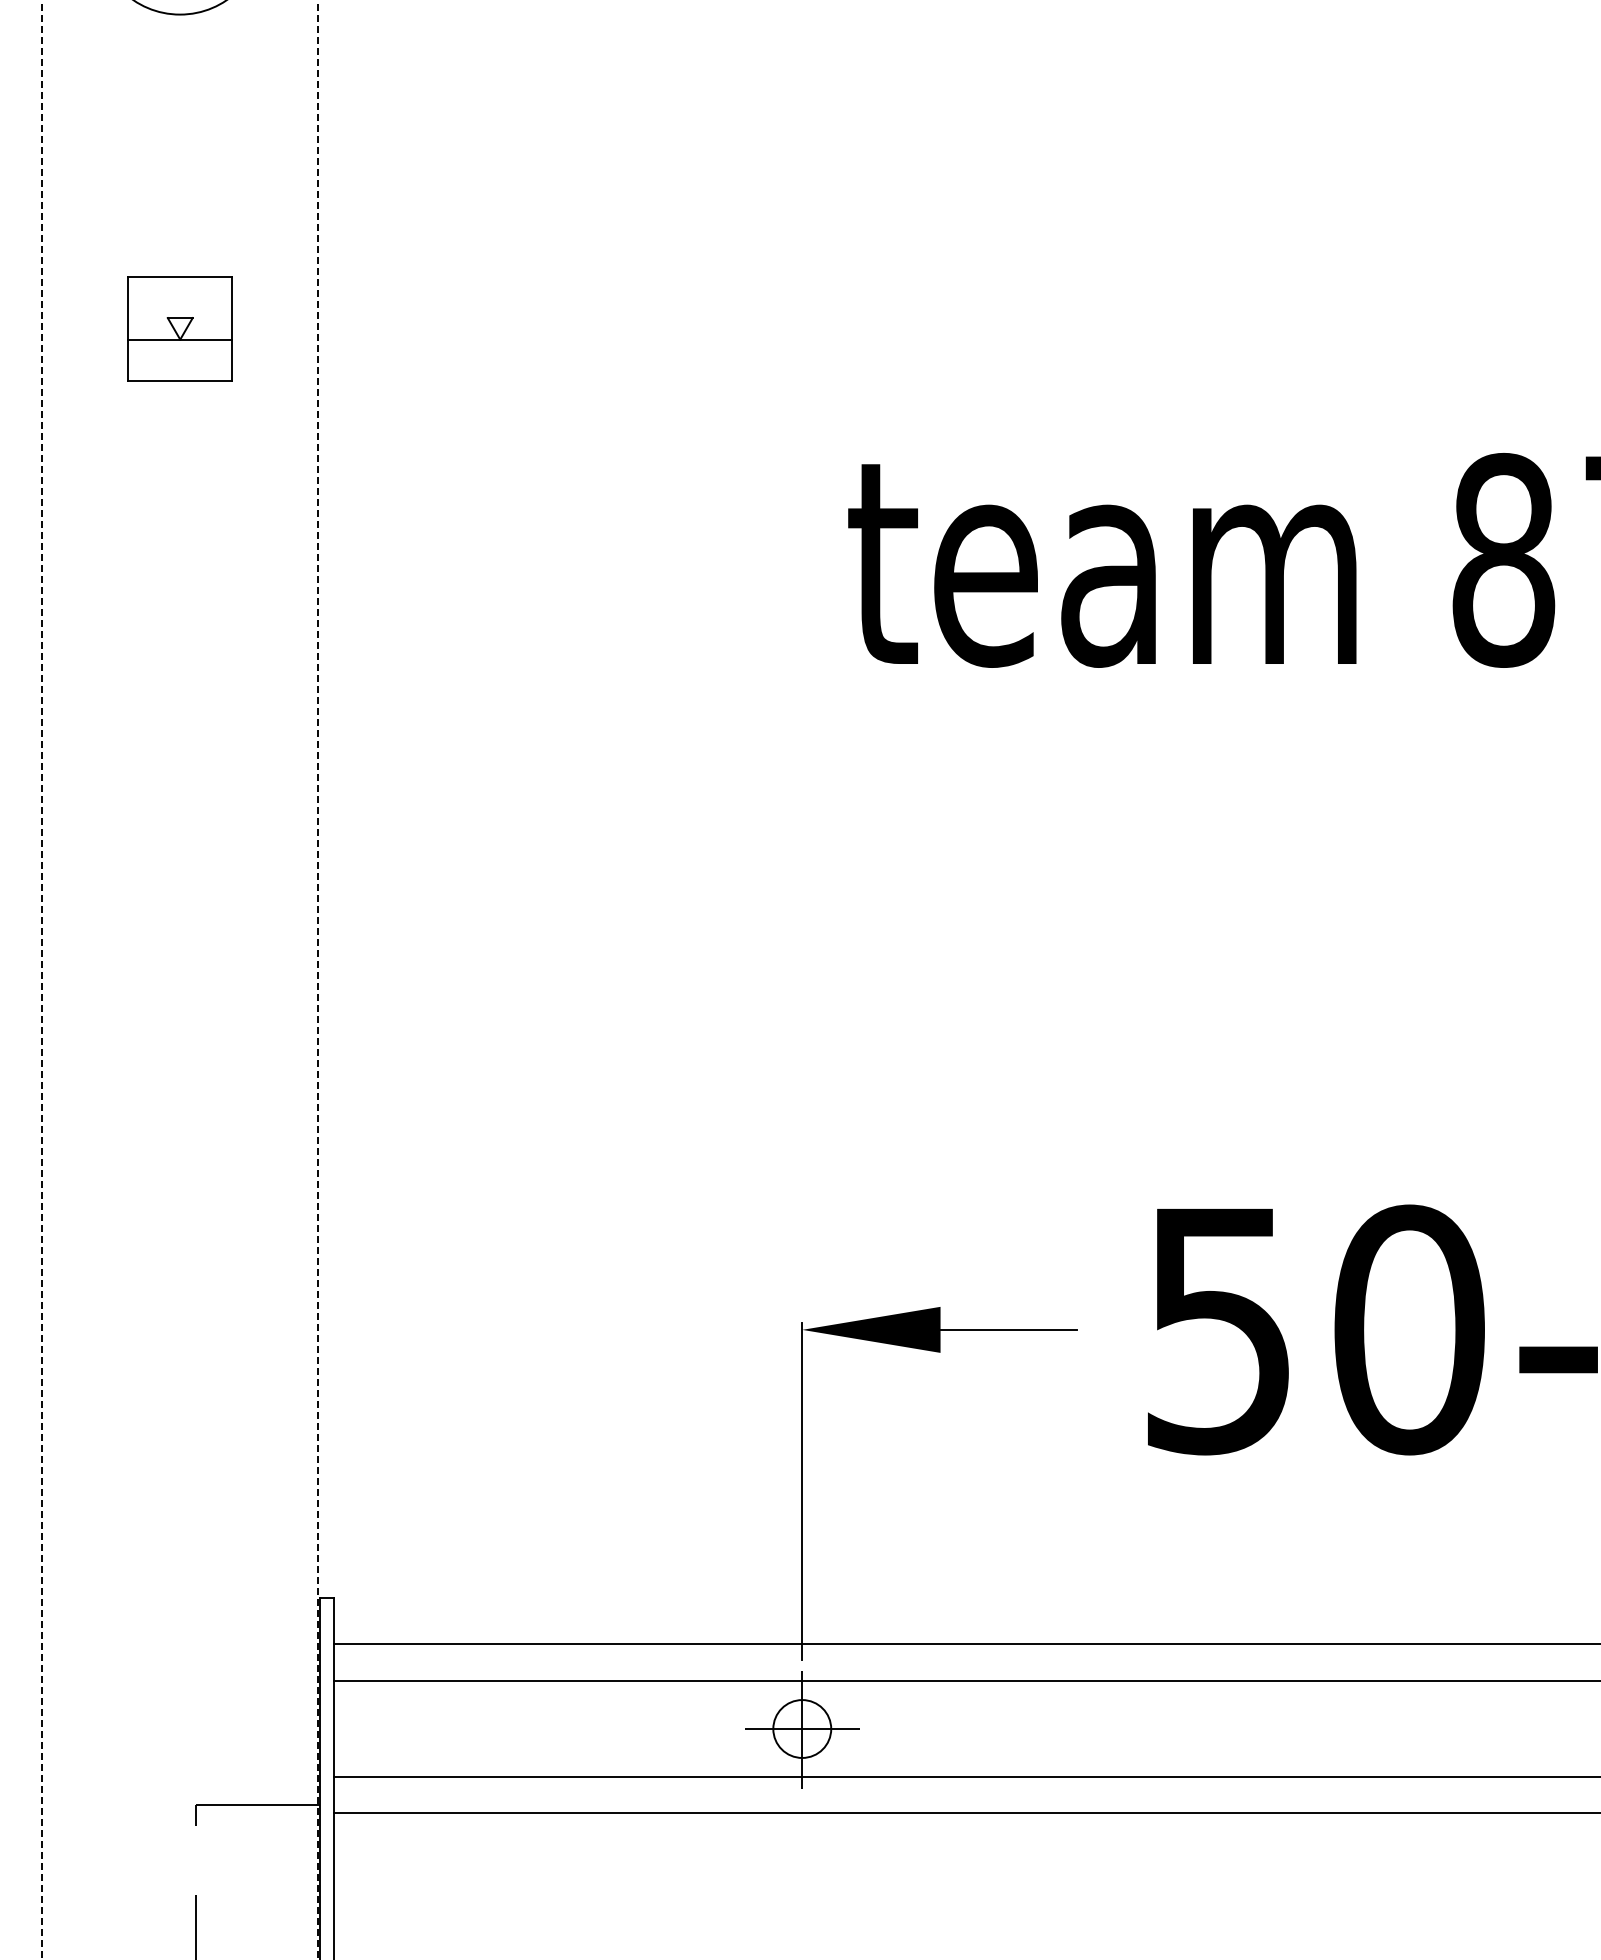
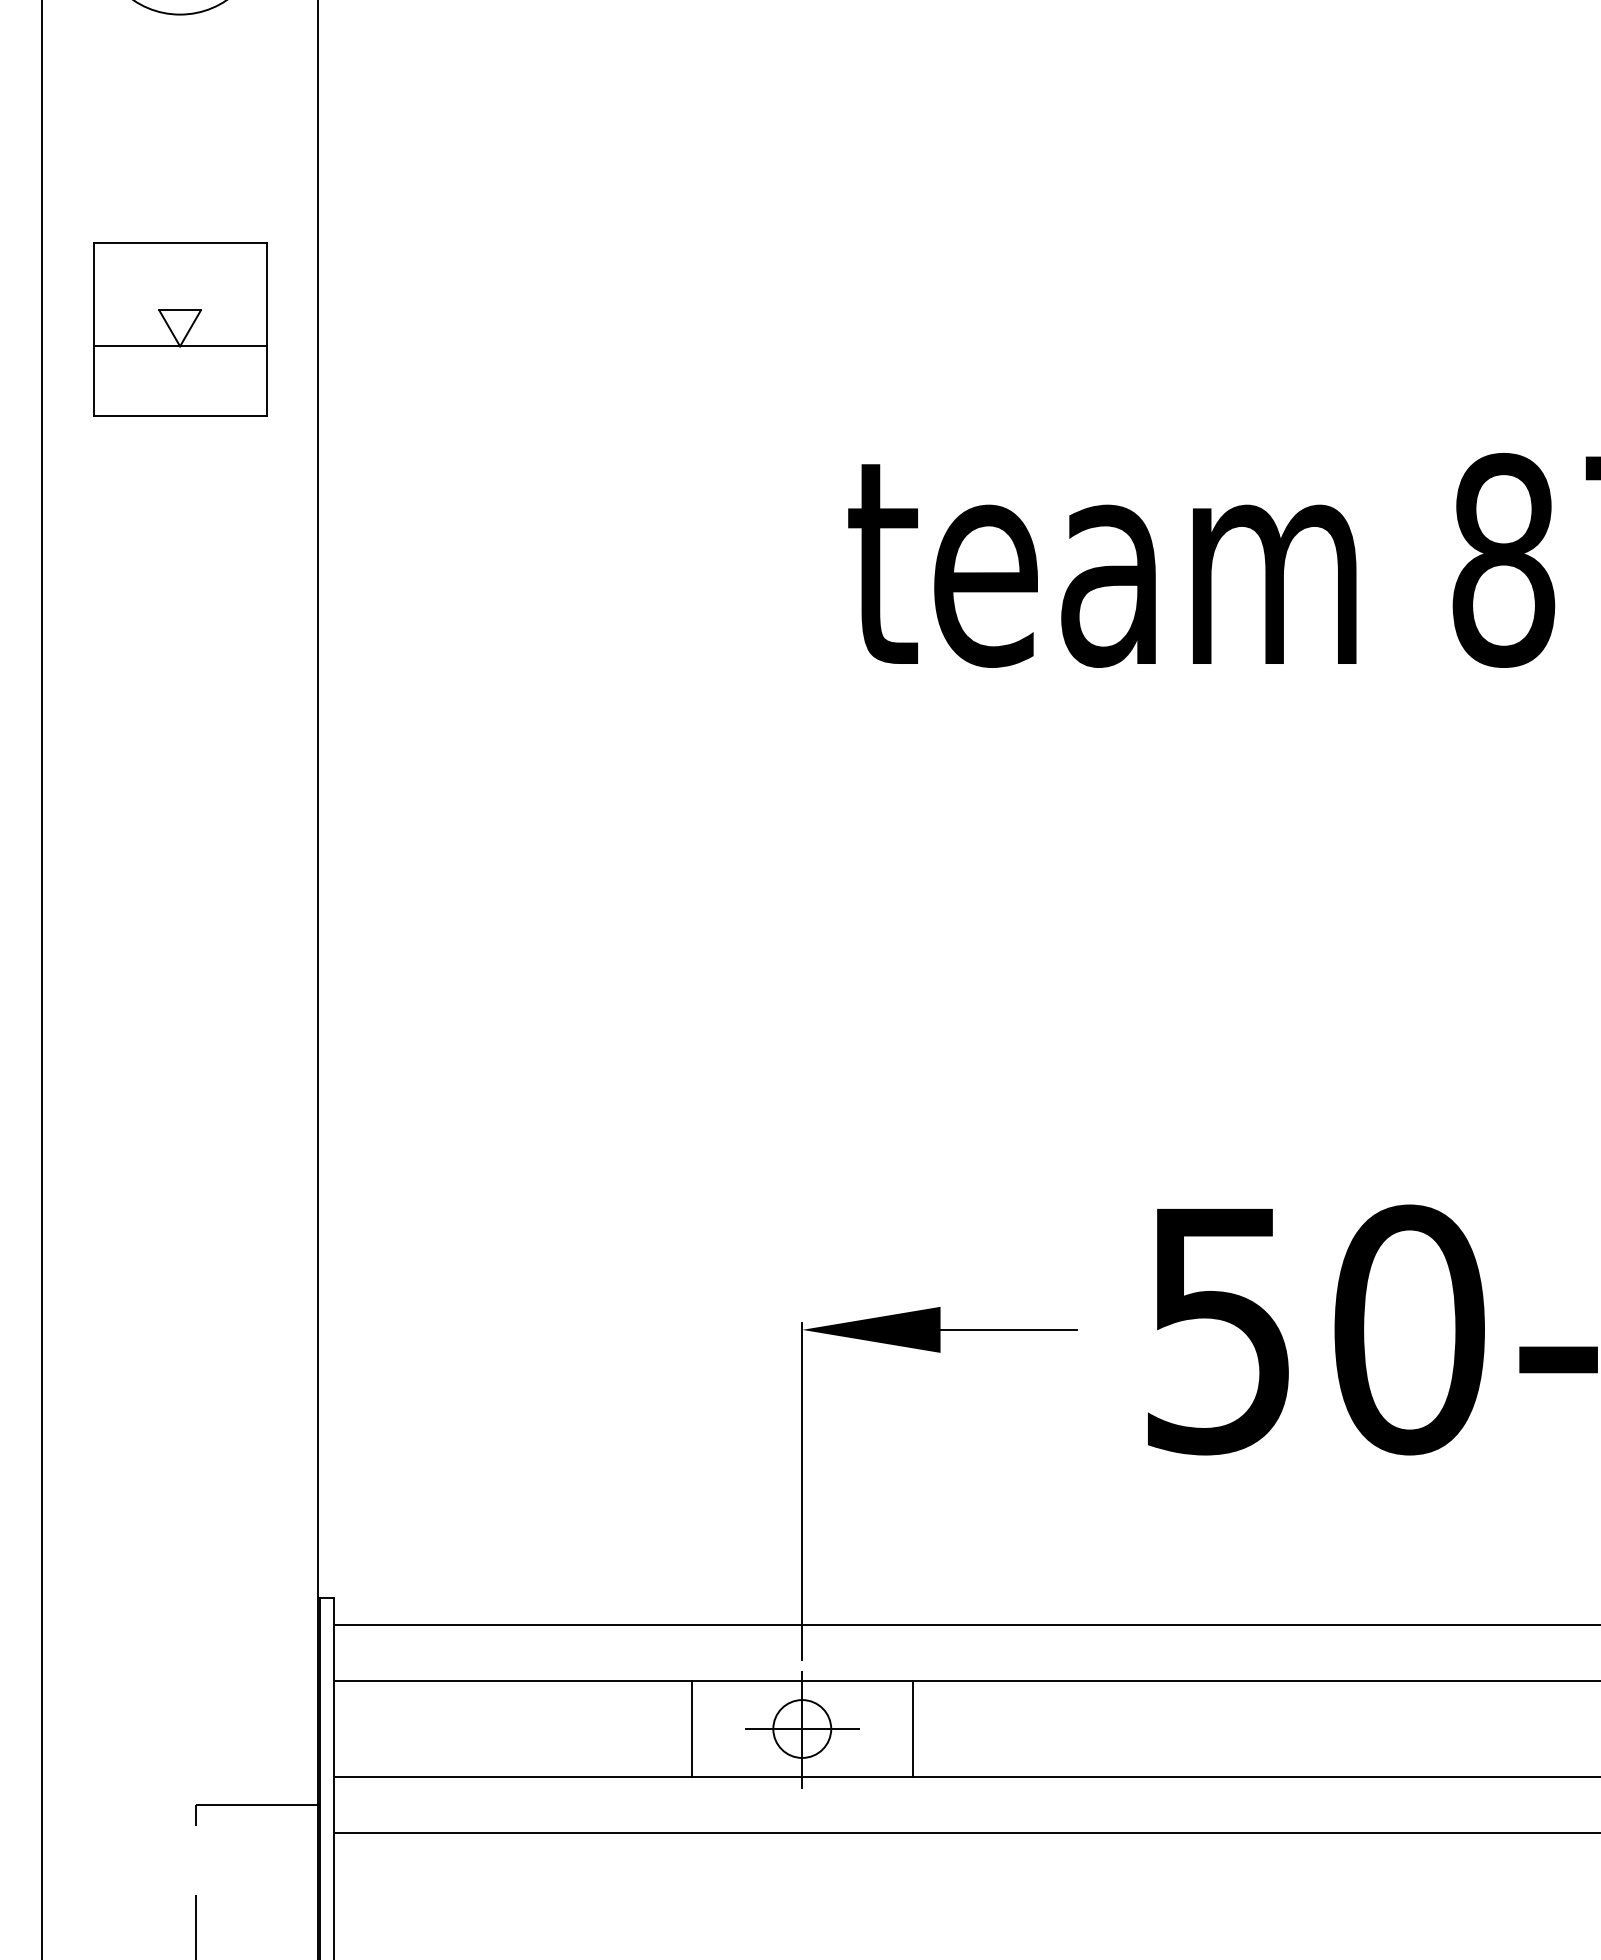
part at (179, 328) size: 106x106 px -> 175x175 px
line at (318, 979): dashed -> solid
line at (41, 980): dashed -> solid
line at (965, 1644) position: (965, 1644) -> (965, 1625)
line at (691, 1728): none -> present
line at (912, 1728): none -> present
line at (965, 1812) position: (965, 1812) -> (965, 1832)
